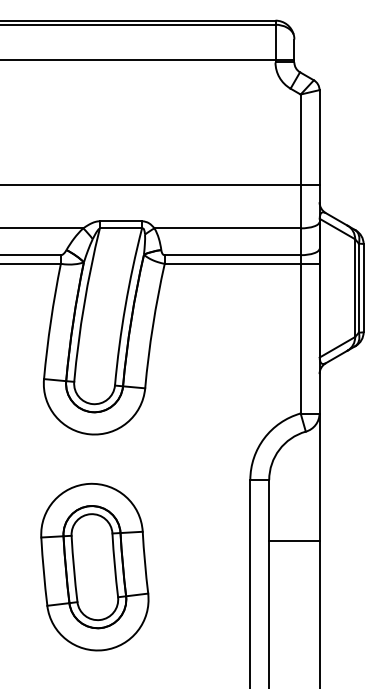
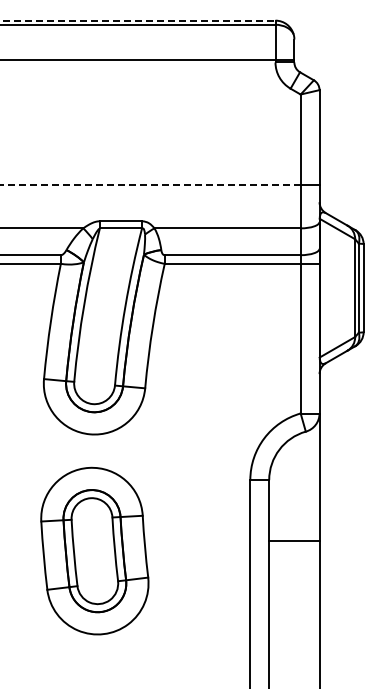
line at (137, 20): solid -> dashed
line at (150, 185): solid -> dashed
part at (94, 566) position: (94, 566) -> (94, 550)
